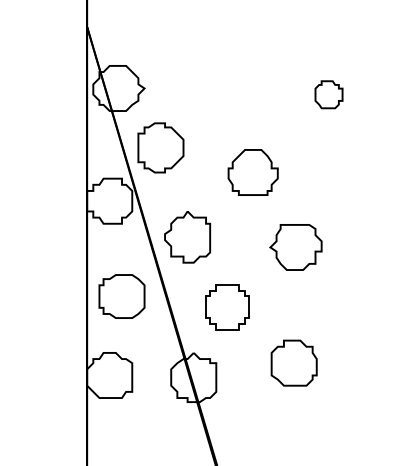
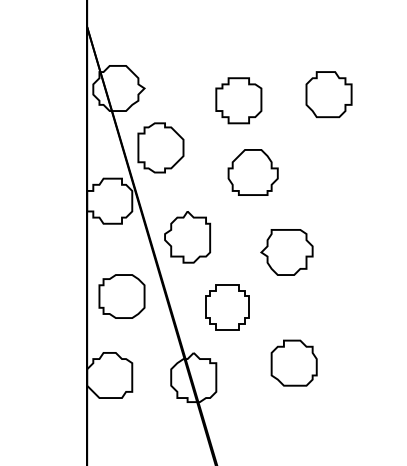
part at (328, 94) size: 30x30 px -> 48x48 px
part at (238, 100): none -> present
part at (295, 247) position: (295, 247) -> (286, 252)
